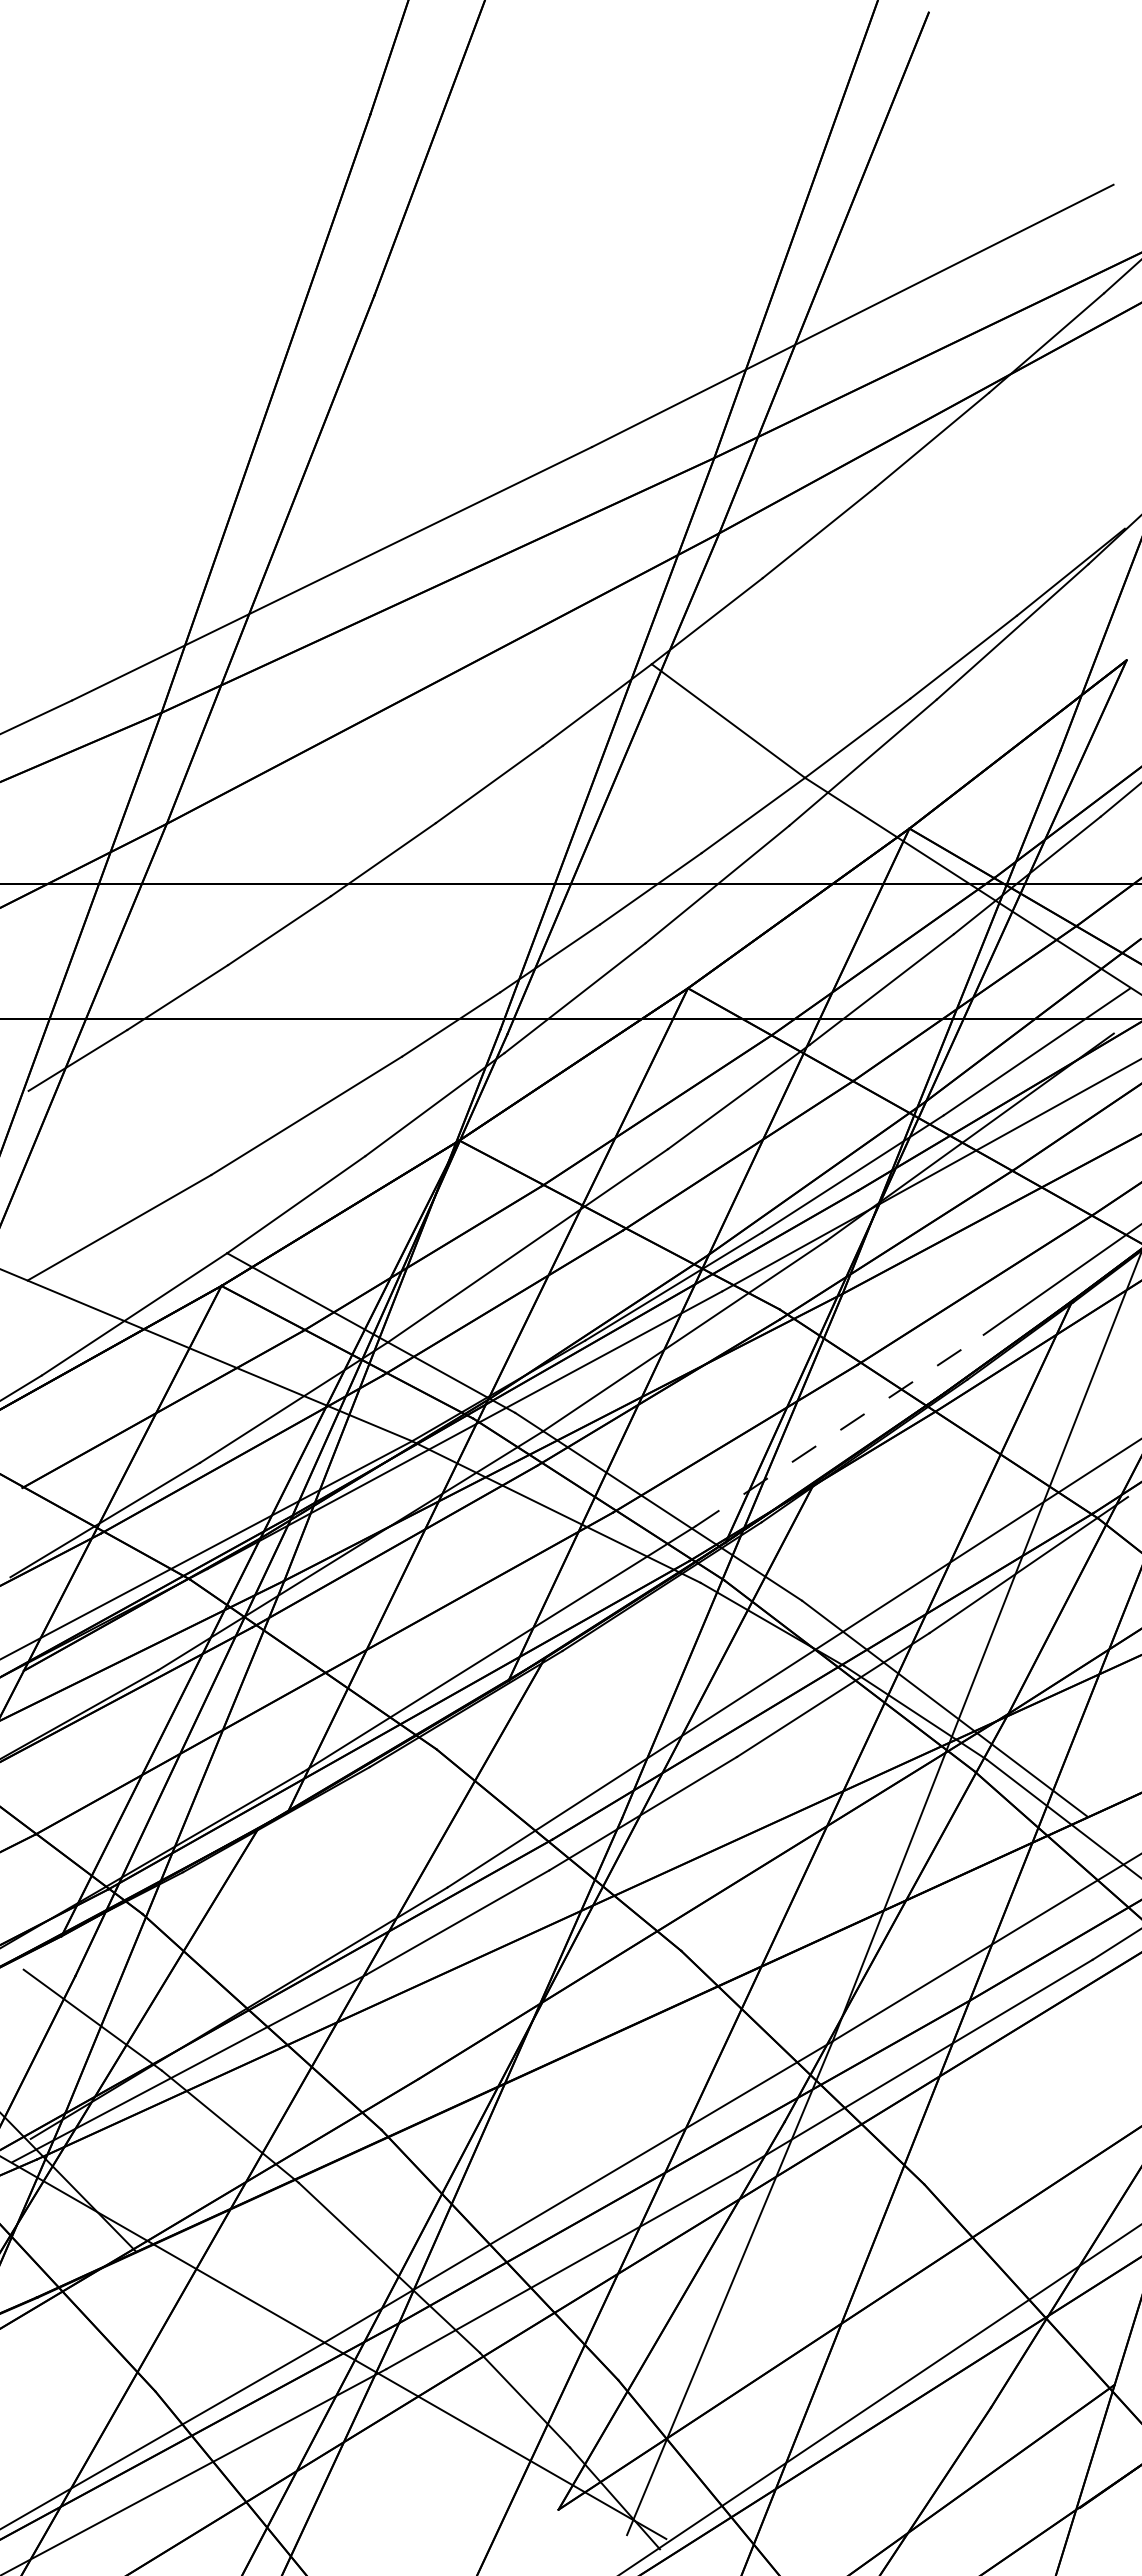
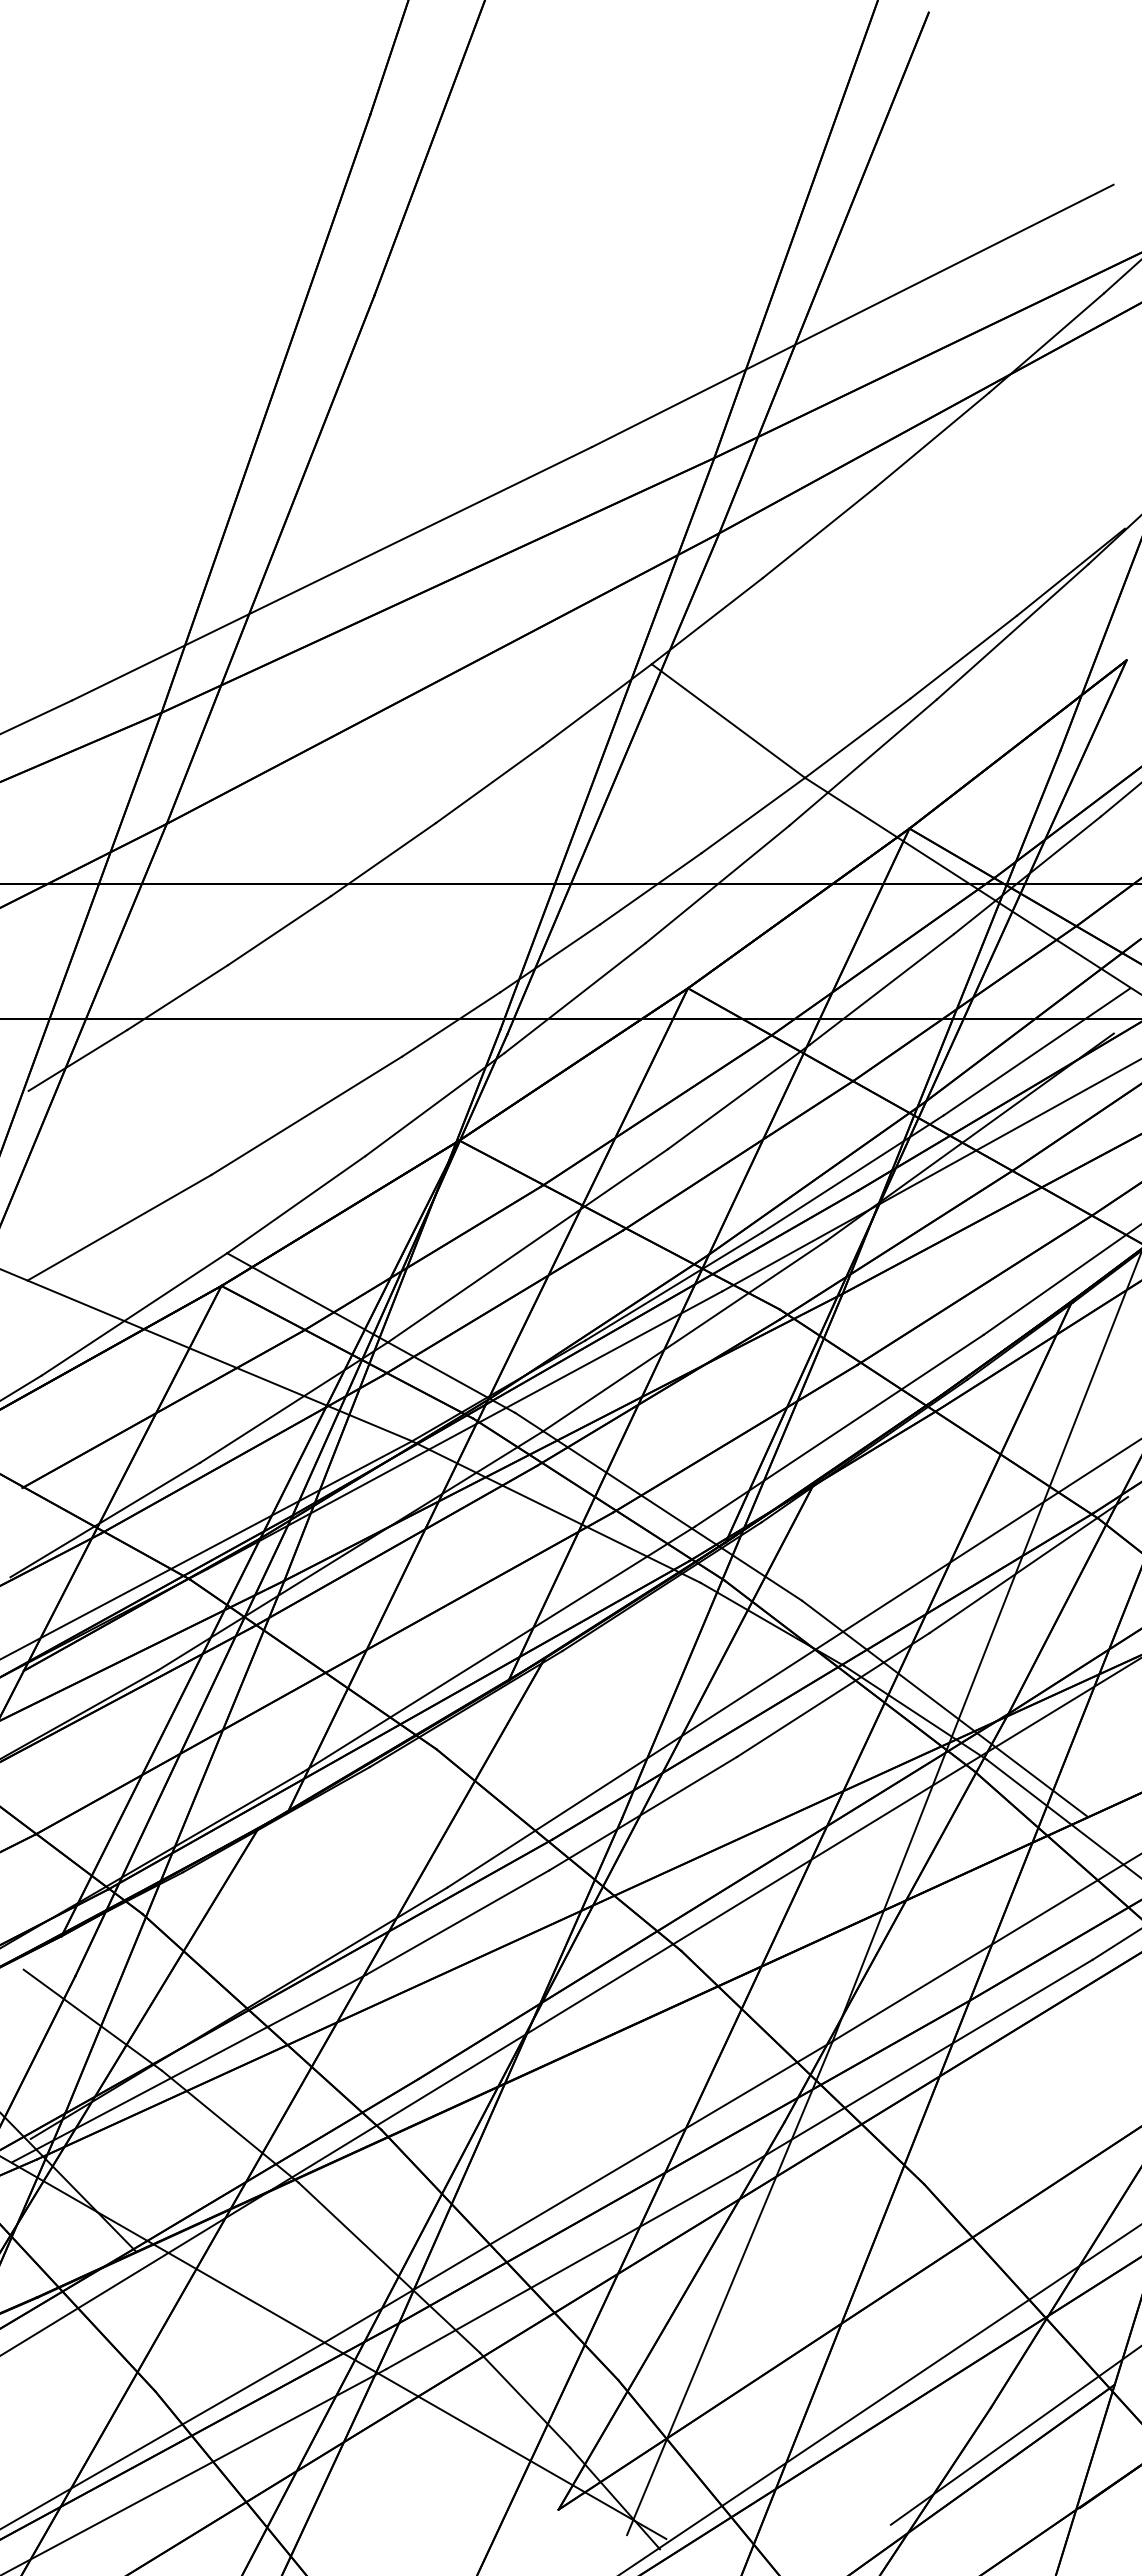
line at (839, 1430): dashed -> solid
line at (570, 2006): none -> present
line at (1014, 2436): none -> present
